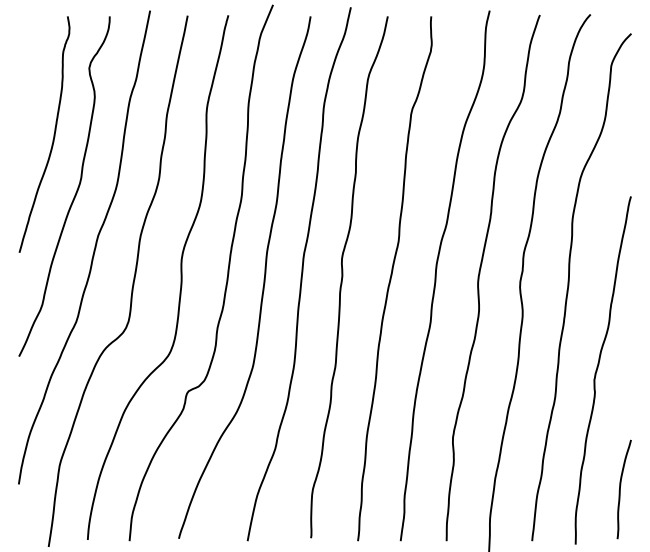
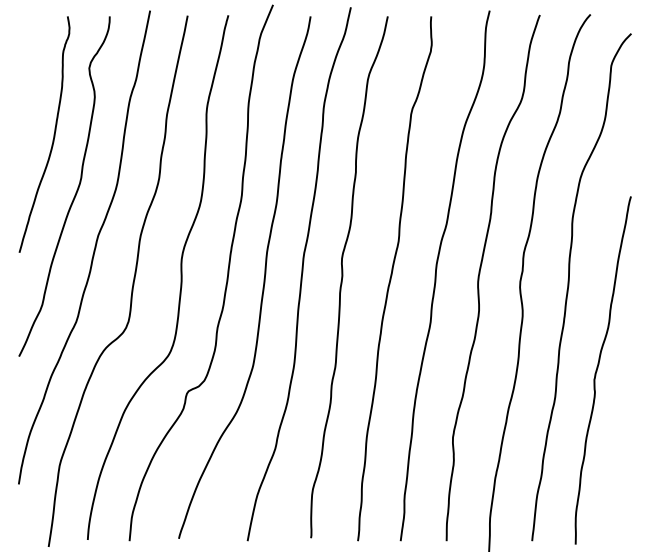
curve at (620, 489): present -> none
